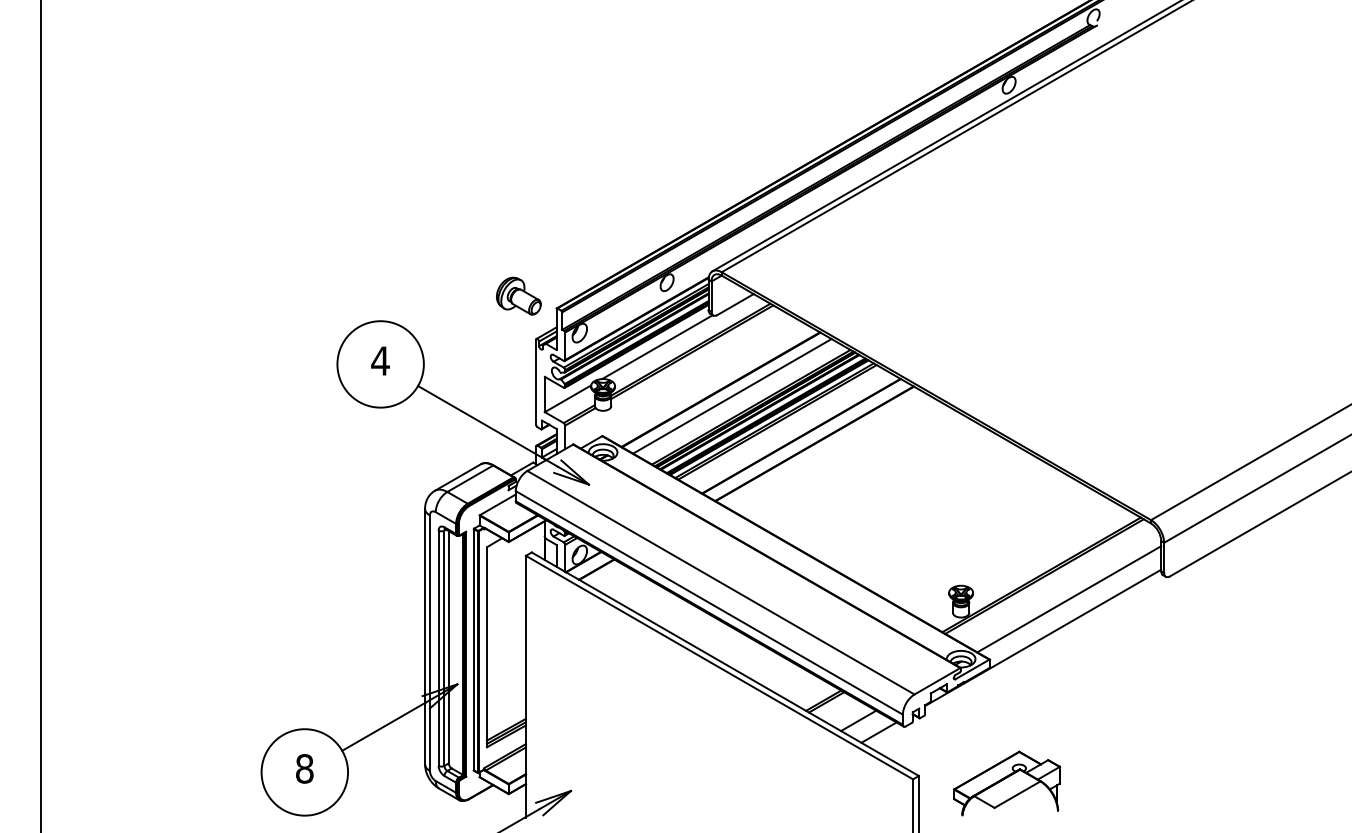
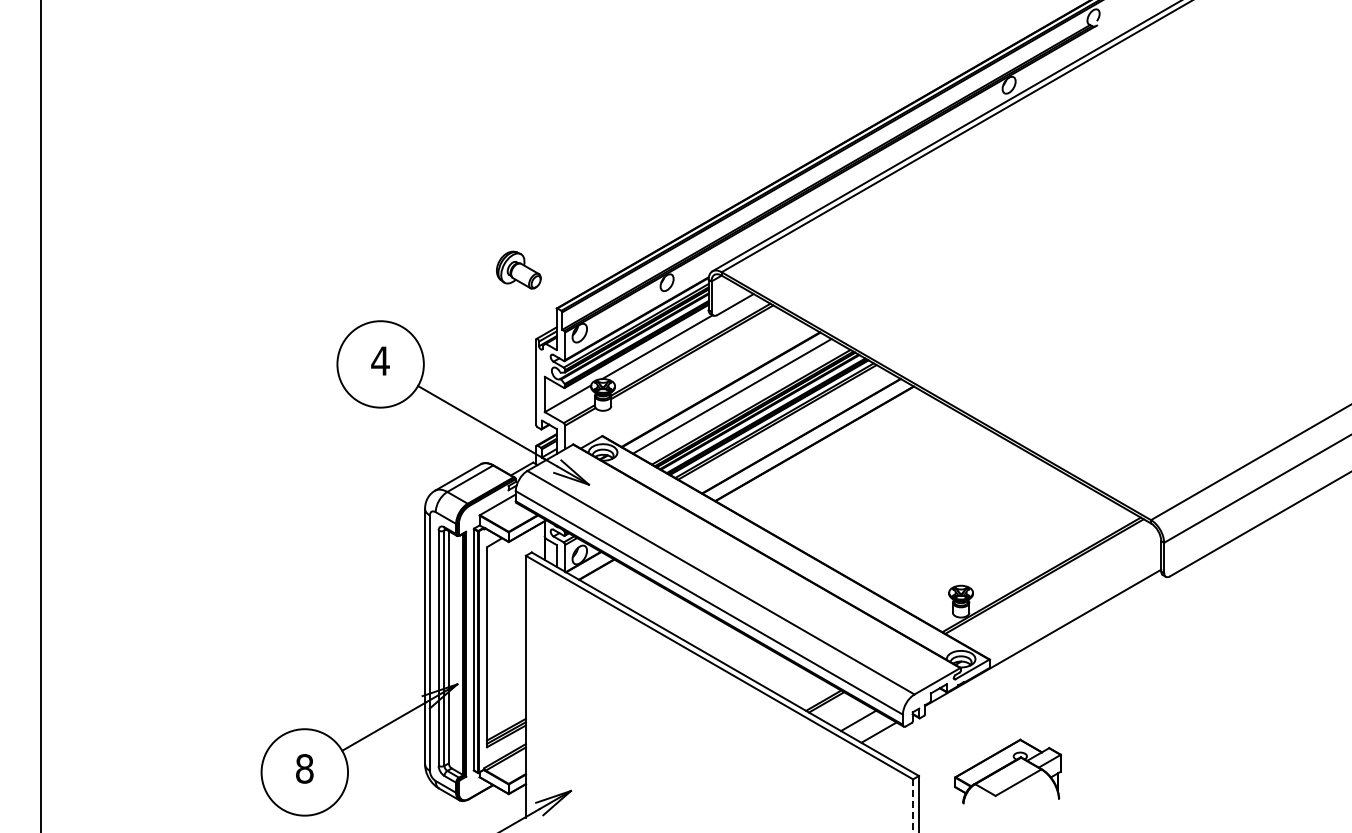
part at (518, 295) position: (518, 295) -> (518, 269)
line at (1069, 599): present -> none
part at (1006, 783) position: (1006, 783) -> (1007, 771)
line at (913, 806): solid -> dashed
